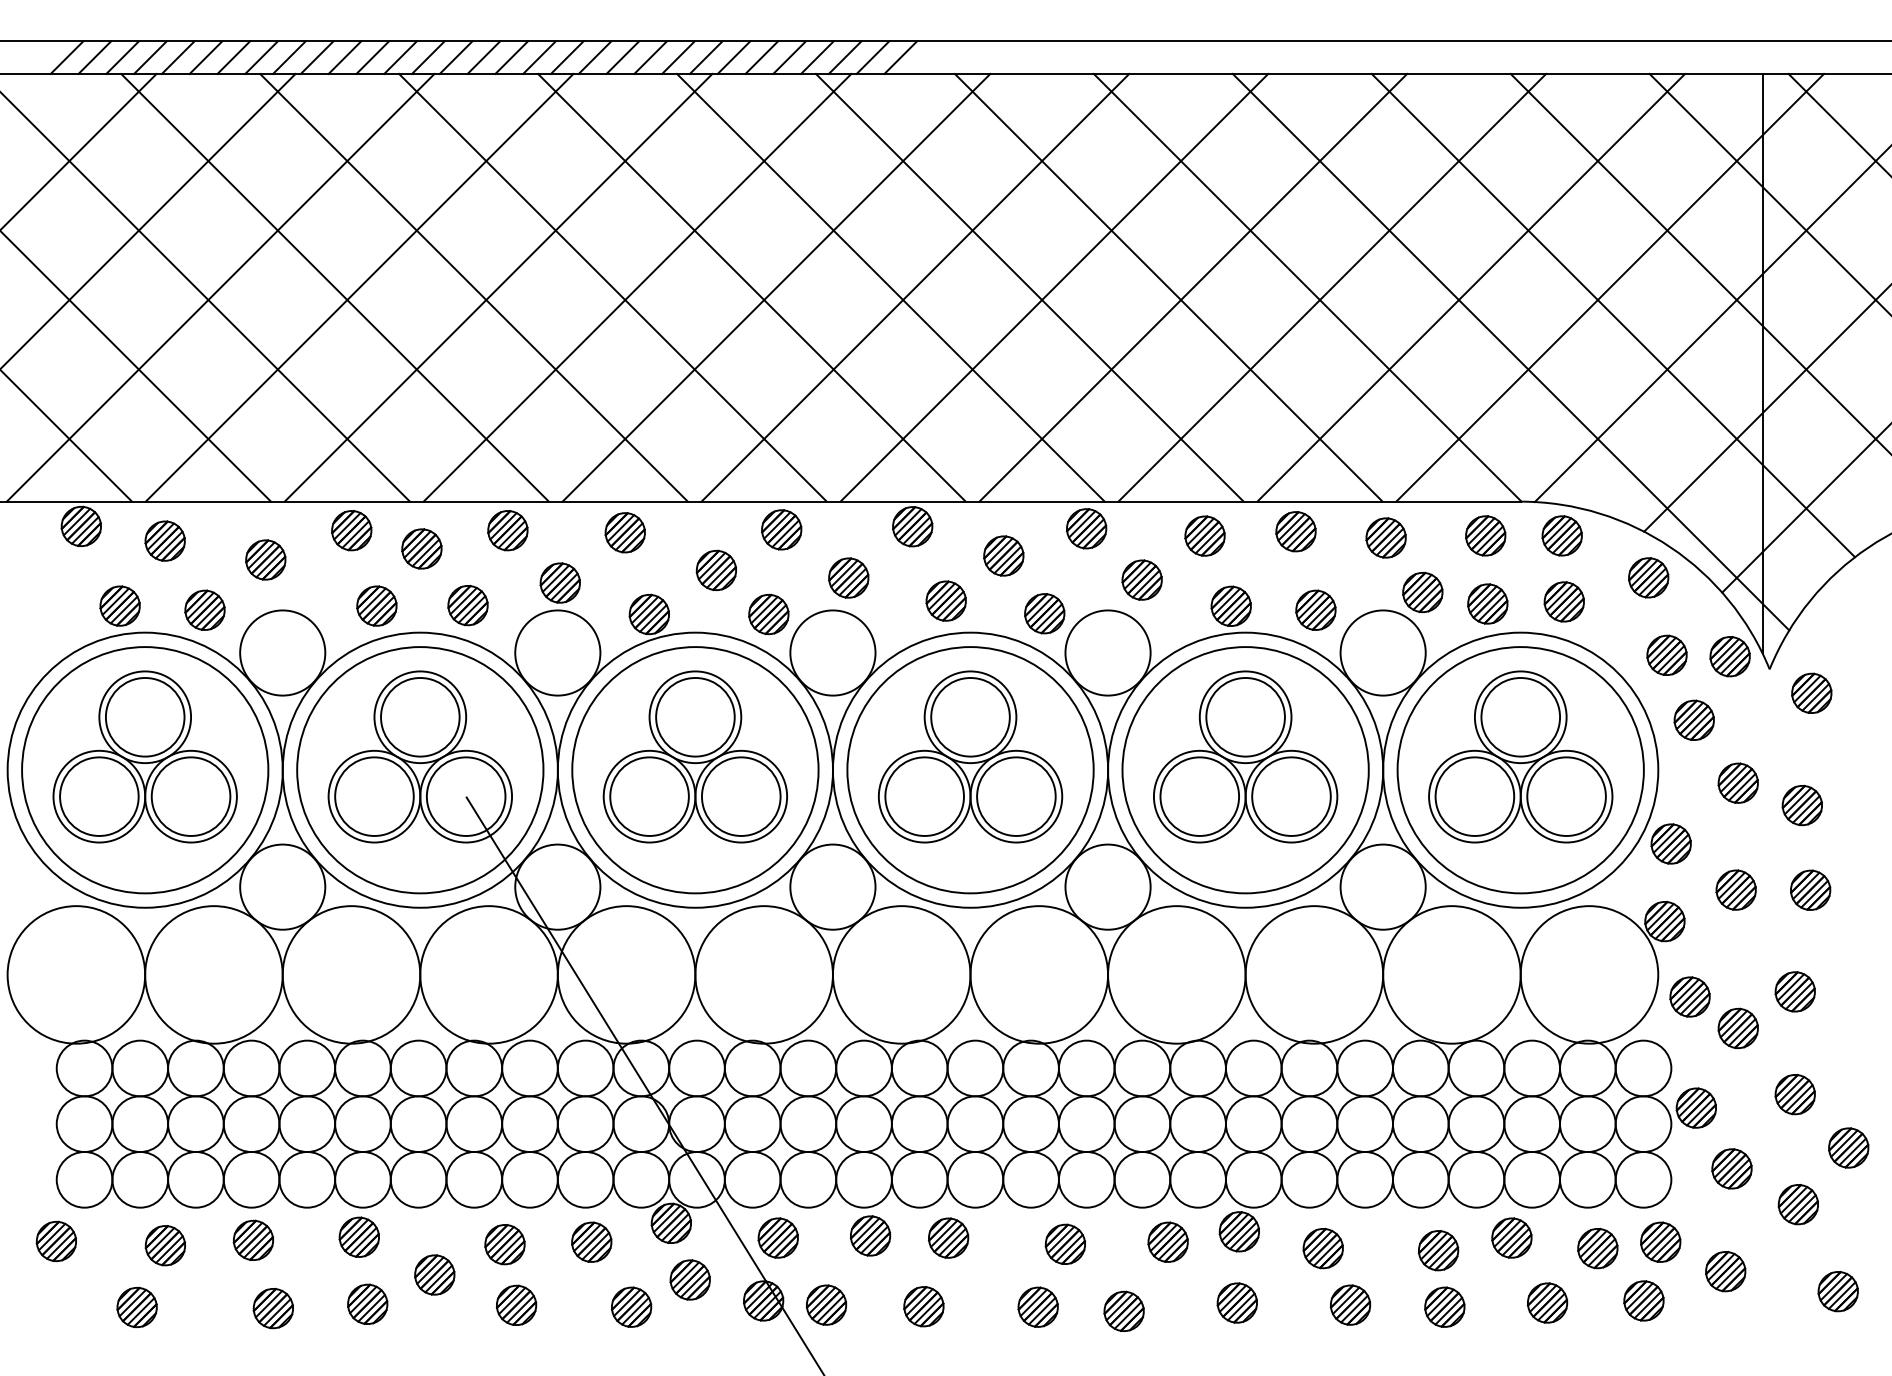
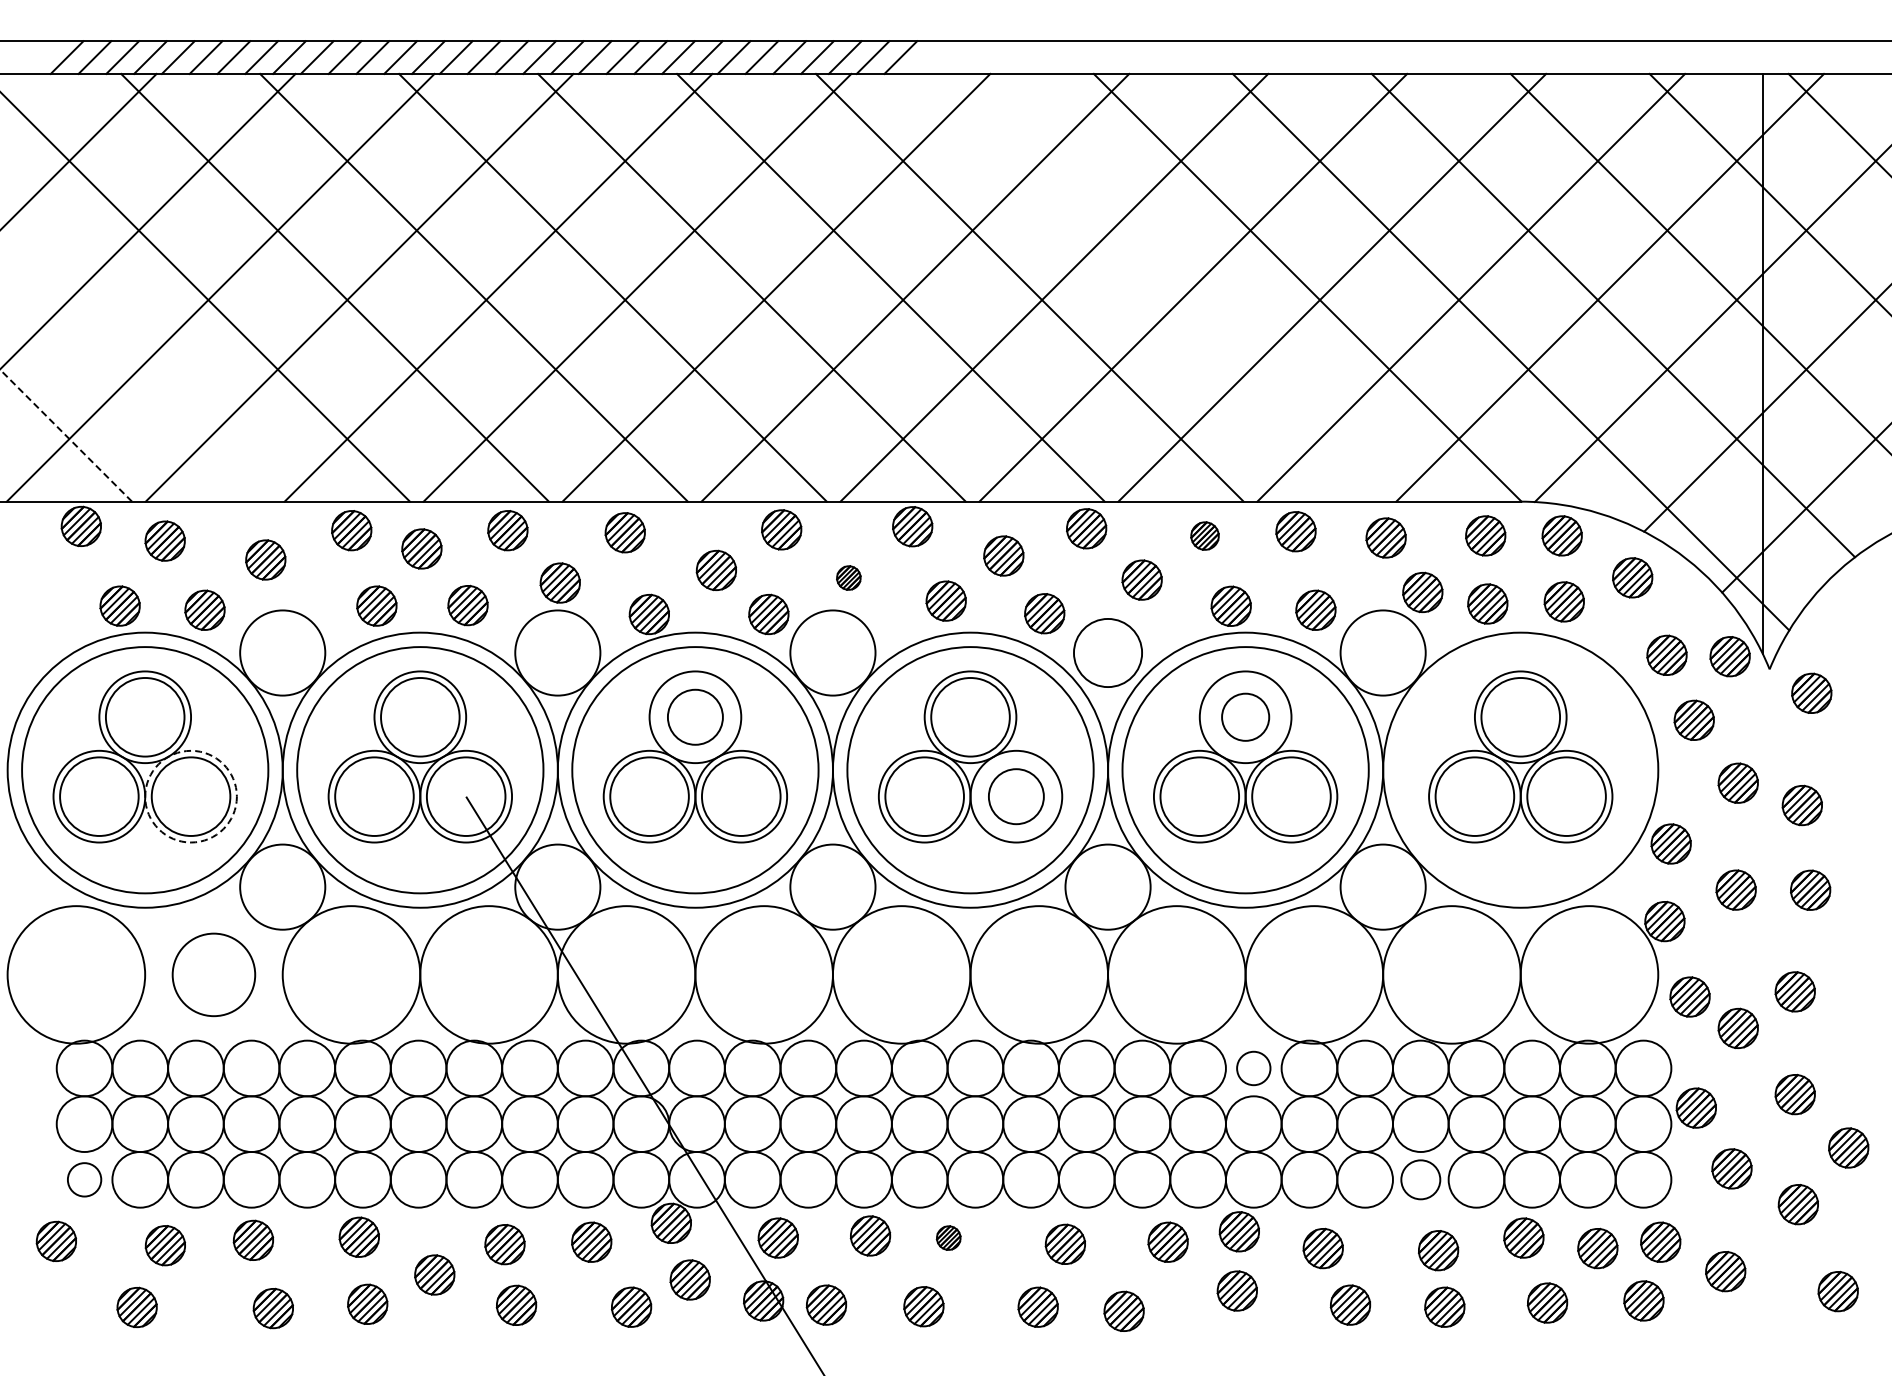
line at (1168, 287): present -> none
line at (136, 367): present -> none
line at (66, 435): solid -> dashed
part at (1204, 535) size: 42x42 px -> 30x30 px
part at (848, 577) size: 42x42 px -> 26x26 px
part at (1648, 577) position: (1648, 577) -> (1632, 577)
circle at (1107, 652) diameter: 85 px -> 68 px
circle at (695, 717) diameter: 79 px -> 55 px
circle at (1245, 717) diameter: 79 px -> 47 px
circle at (1520, 770): present -> none
circle at (190, 796): solid -> dashed
circle at (1016, 796) diameter: 79 px -> 55 px
circle at (213, 974) diameter: 138 px -> 83 px
circle at (1253, 1068) diameter: 56 px -> 33 px
circle at (84, 1179) diameter: 56 px -> 33 px
circle at (1420, 1179) diameter: 56 px -> 39 px
part at (948, 1237) size: 42x42 px -> 27x26 px
part at (1511, 1237) position: (1511, 1237) -> (1523, 1237)
part at (1236, 1302) position: (1236, 1302) -> (1236, 1290)
